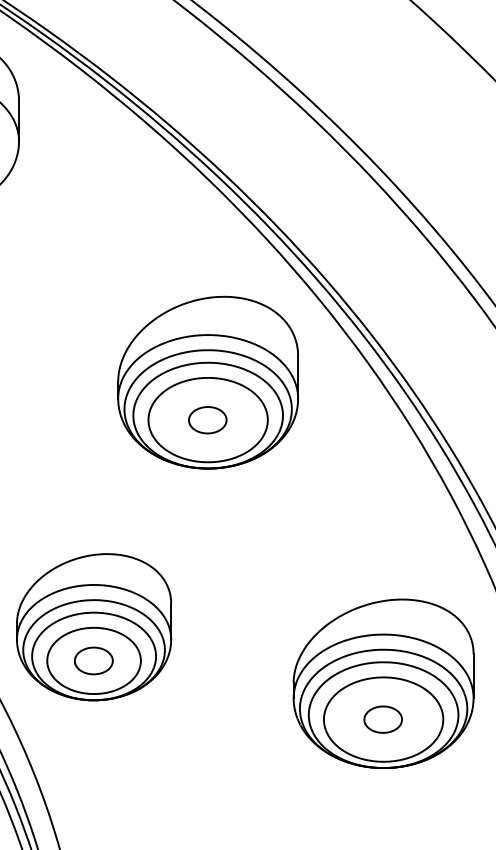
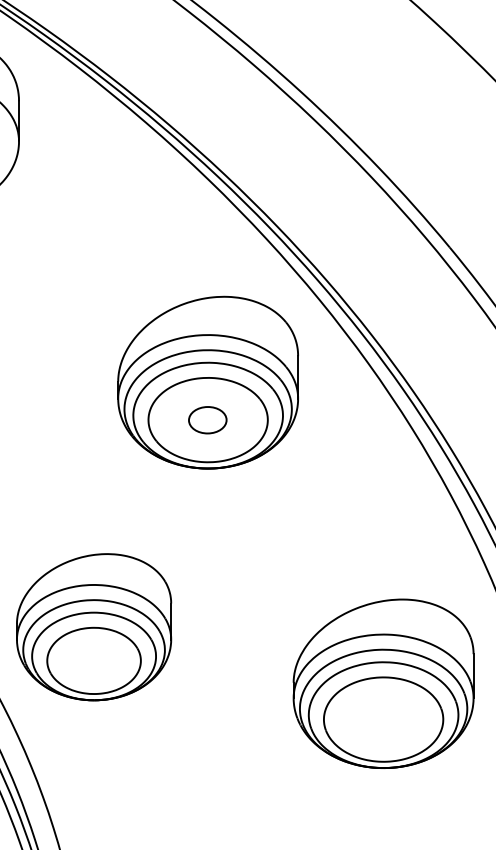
part at (93, 660): present -> none
part at (382, 719): present -> none
